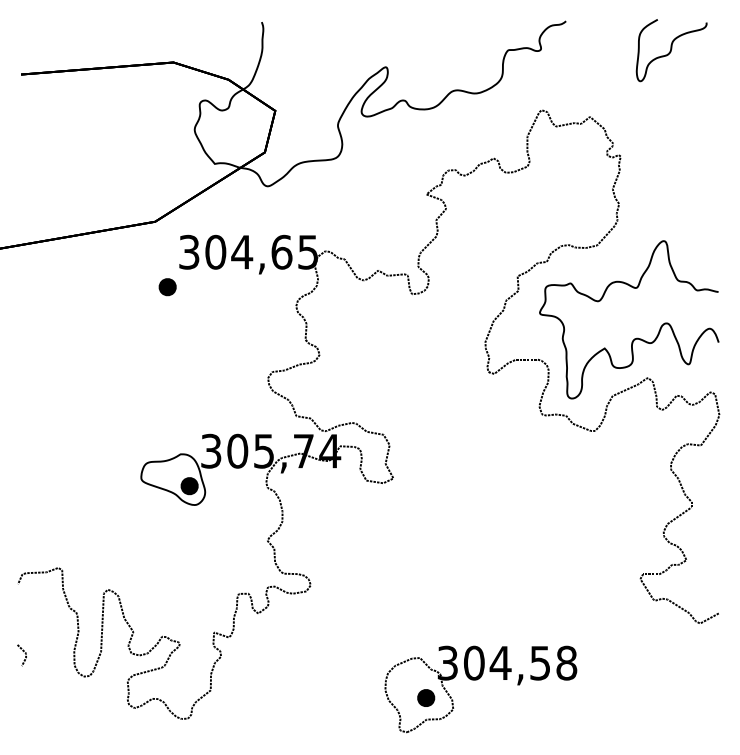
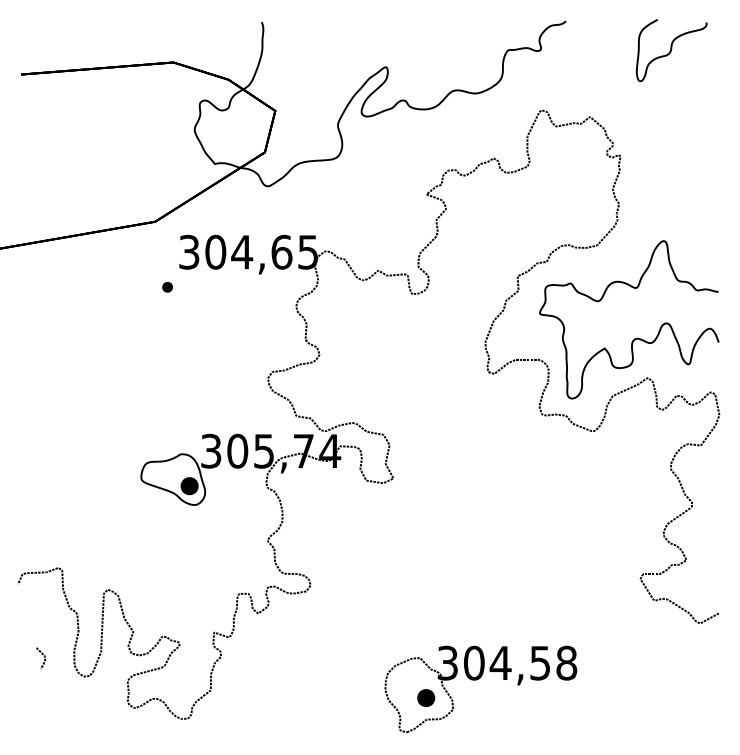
part at (167, 287) size: 19x19 px -> 11x11 px
line at (23, 652) position: (23, 652) -> (42, 655)
